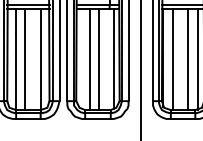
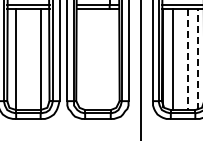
line at (114, 58): present -> none
line at (25, 59): present -> none
line at (89, 59): present -> none
line at (98, 59): present -> none
line at (187, 59): solid -> dashed
line at (197, 59): solid -> dashed
